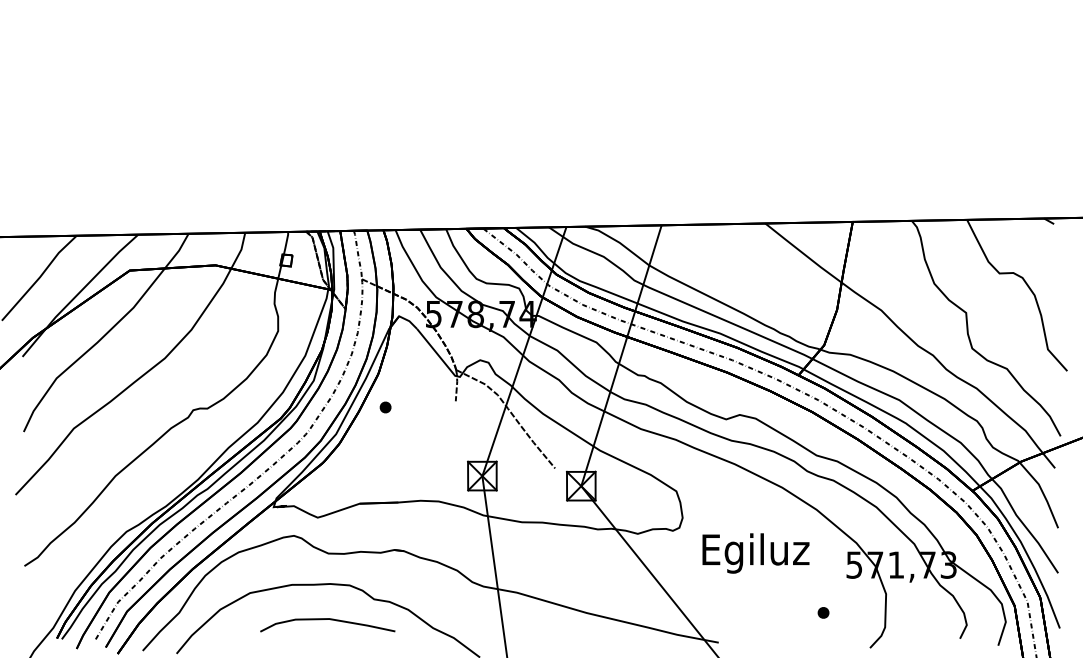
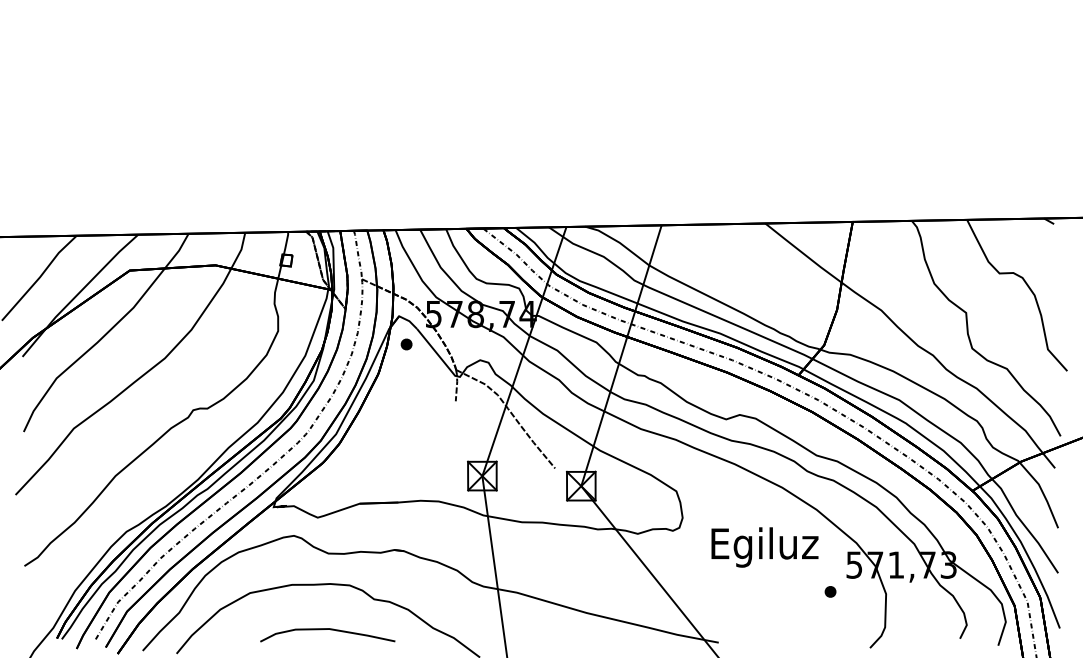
part at (385, 407) position: (385, 407) -> (406, 344)
text at (755, 553) position: (755, 553) -> (764, 547)
part at (823, 612) position: (823, 612) -> (830, 591)
curve at (330, 620) position: (330, 620) -> (330, 630)
